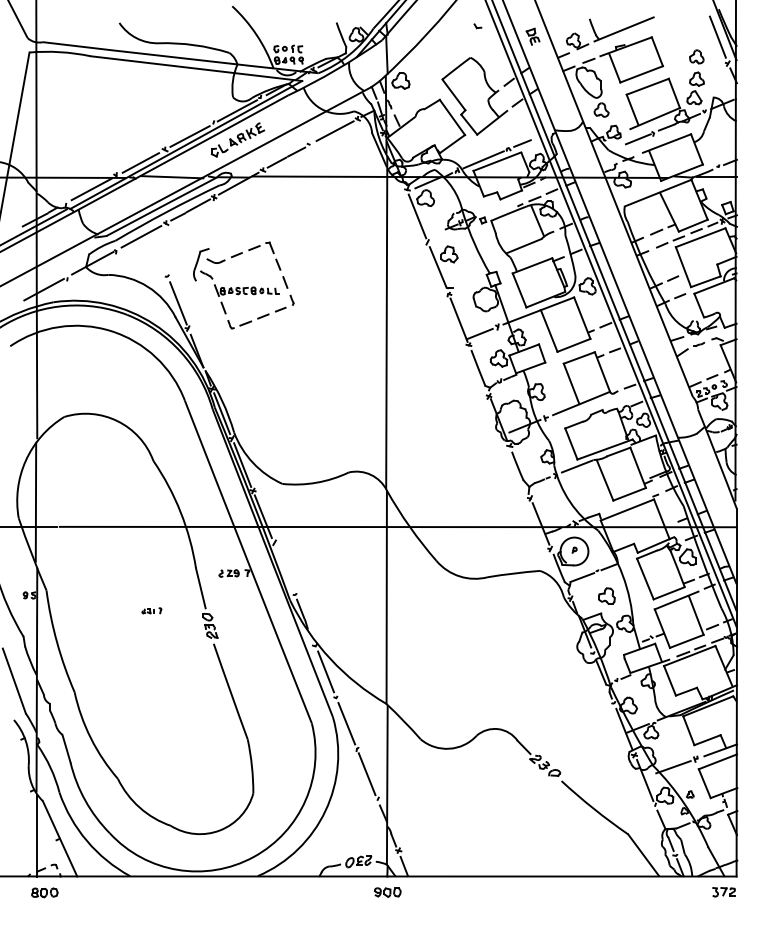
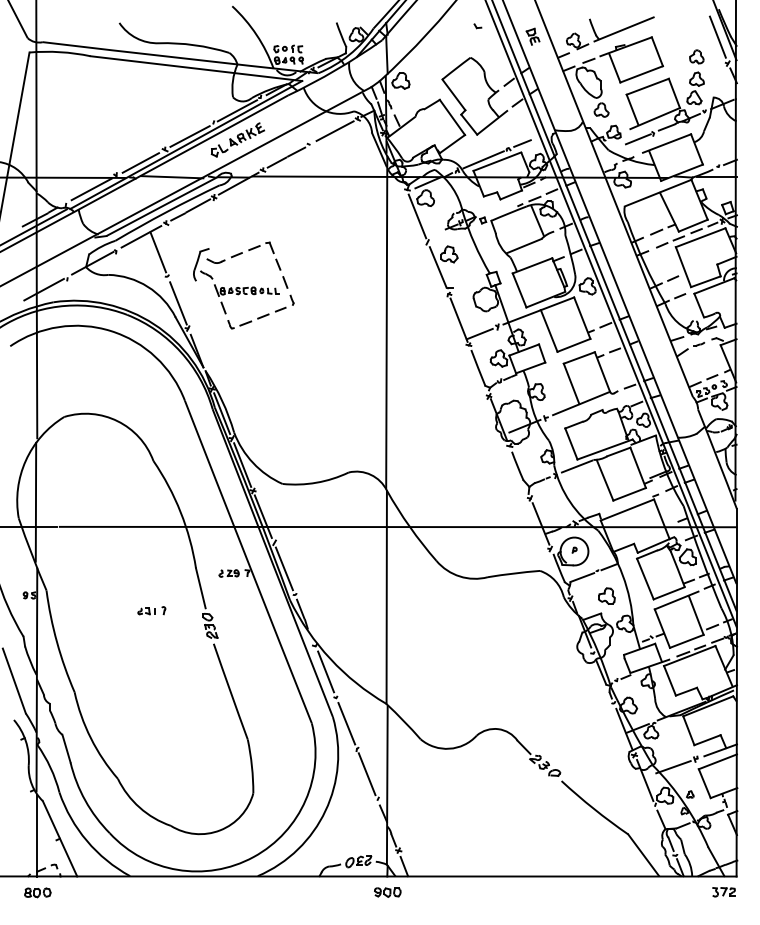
line at (158, 252): none -> present
line at (283, 568): none -> present
part at (151, 610) size: 22x8 px -> 30x10 px
part at (44, 892) position: (44, 892) -> (37, 892)
